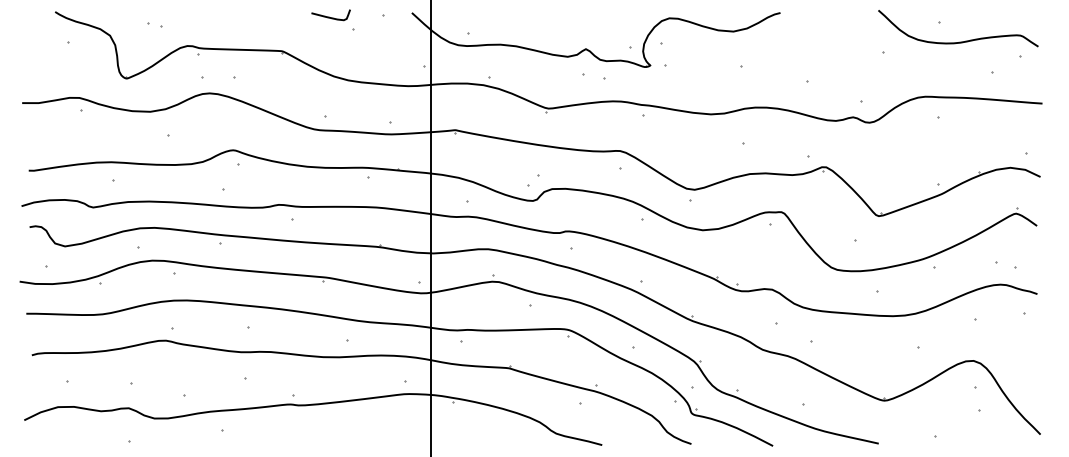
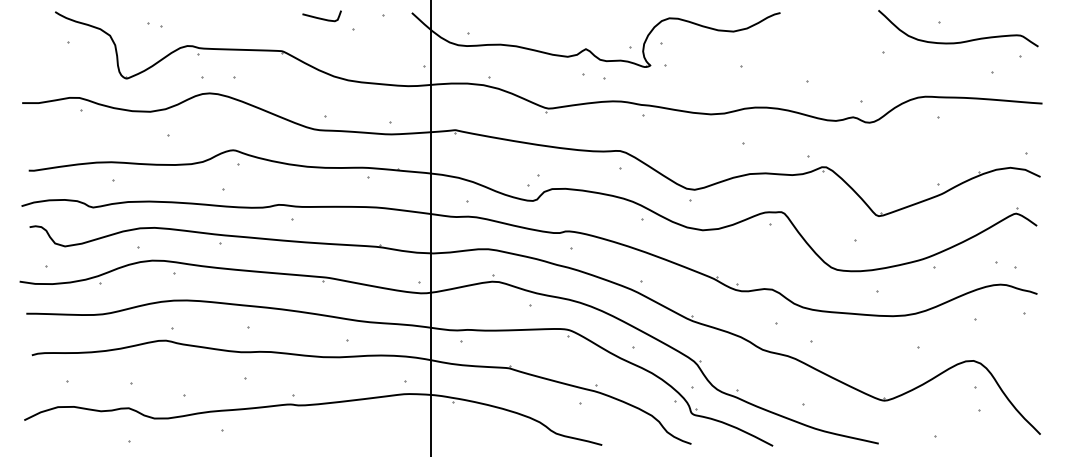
curve at (329, 16) position: (329, 16) -> (320, 17)
